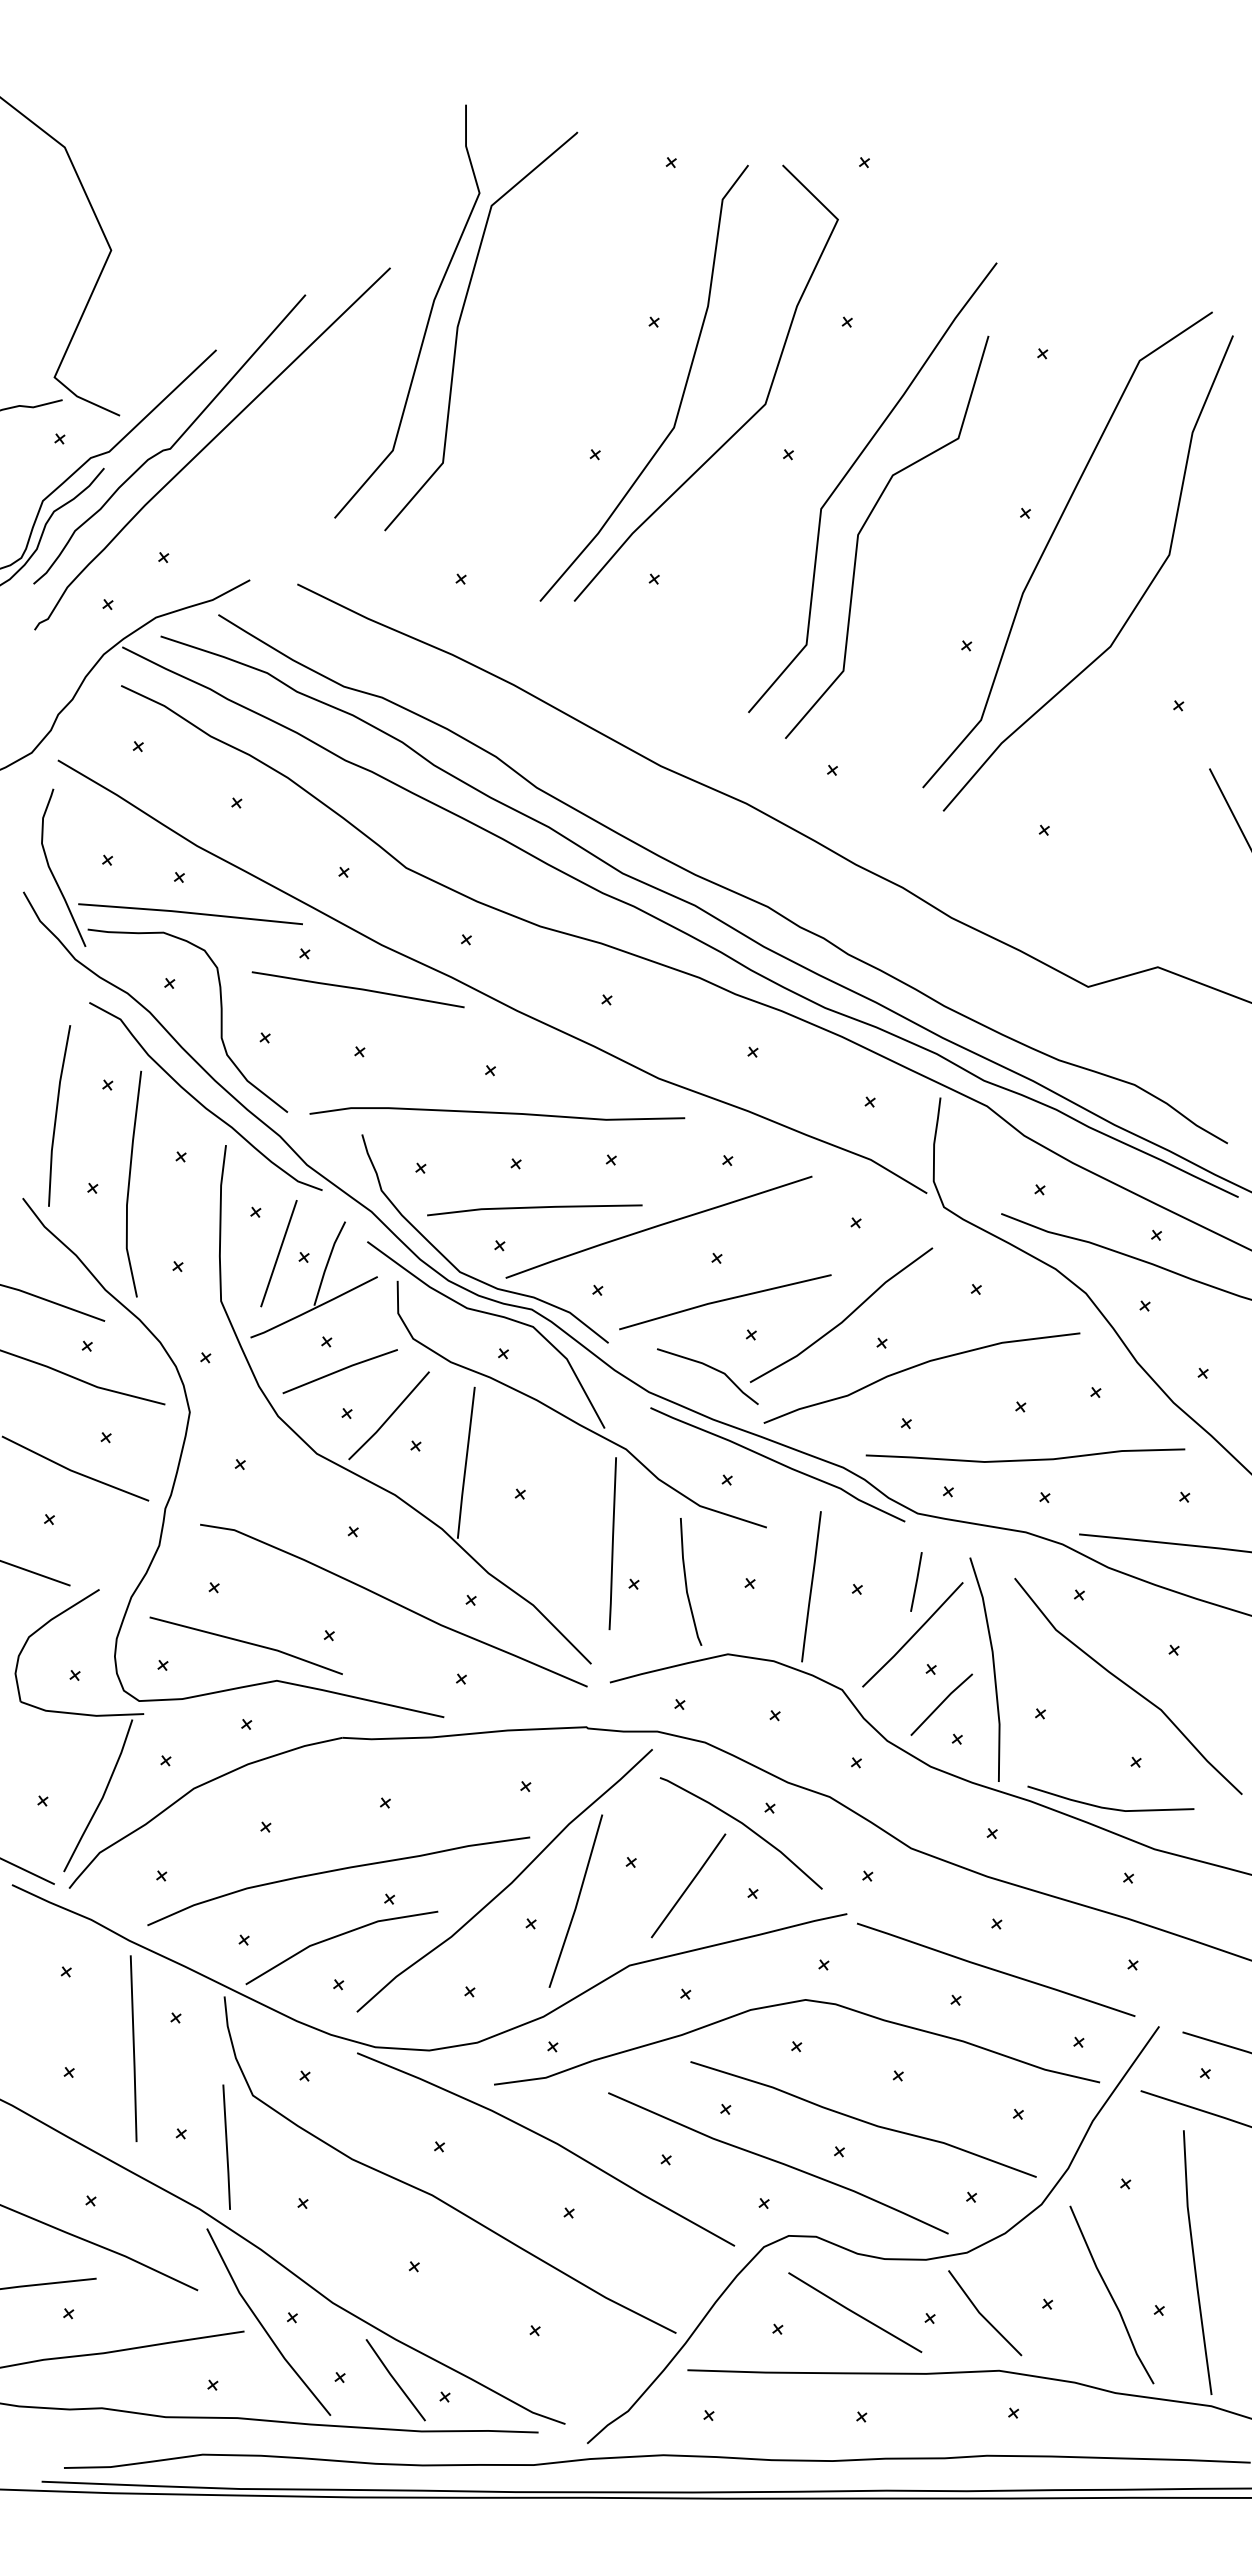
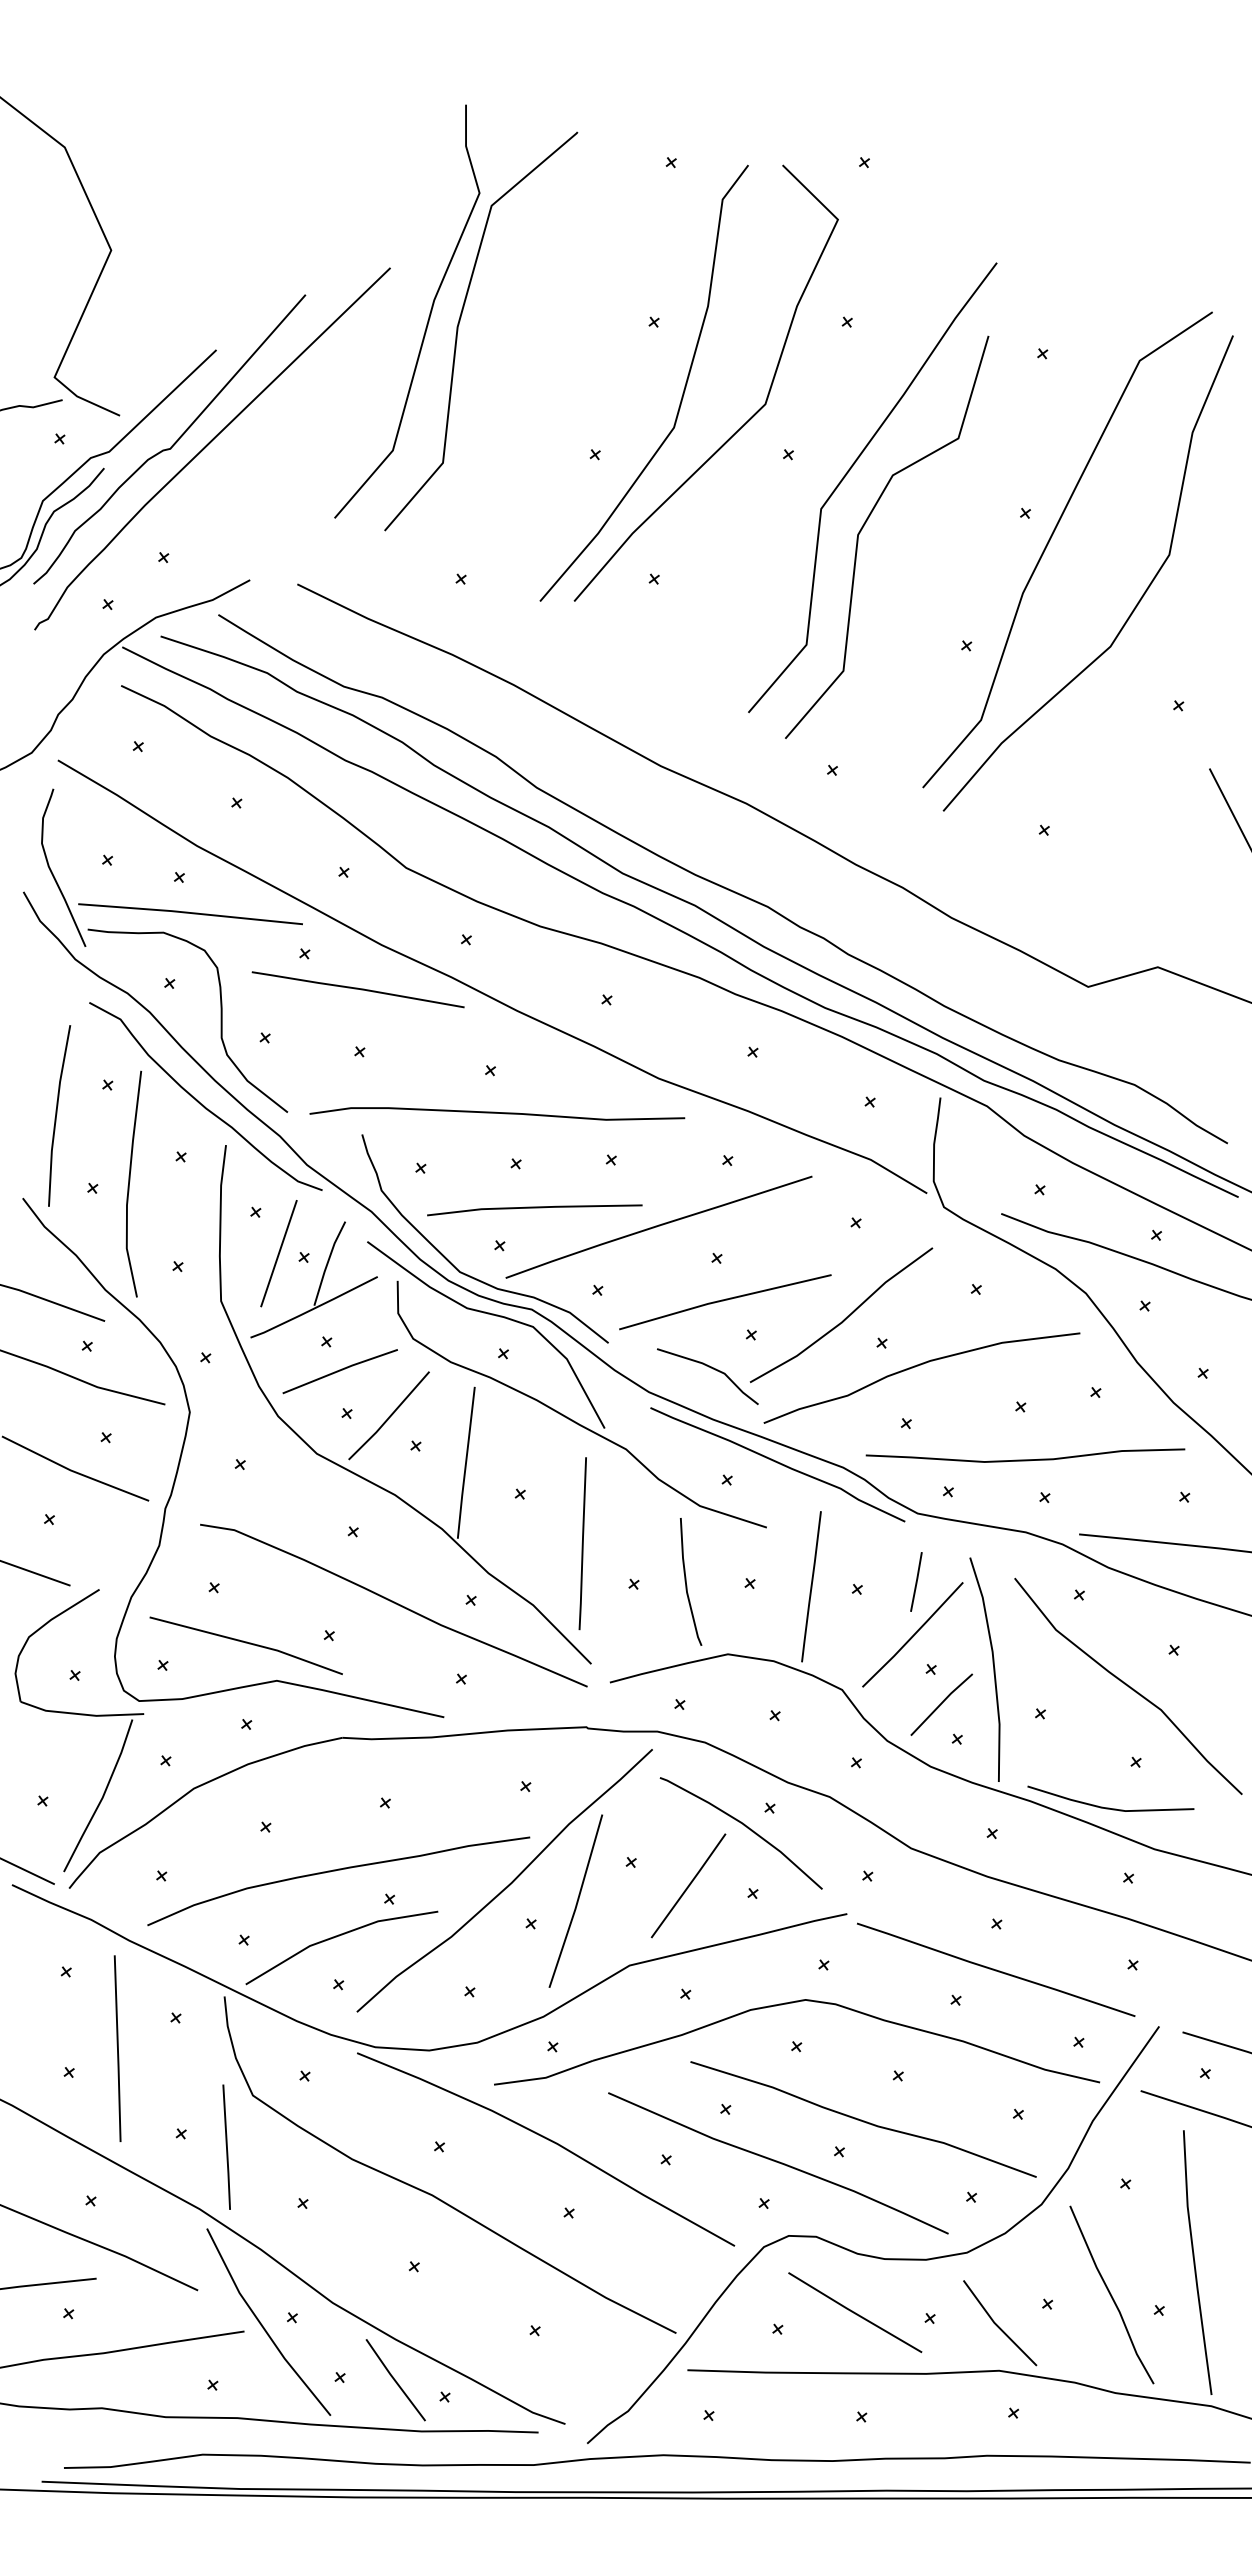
line at (612, 1543) position: (612, 1543) -> (582, 1543)
line at (133, 2048) position: (133, 2048) -> (117, 2048)
line at (983, 2315) position: (983, 2315) -> (998, 2325)
